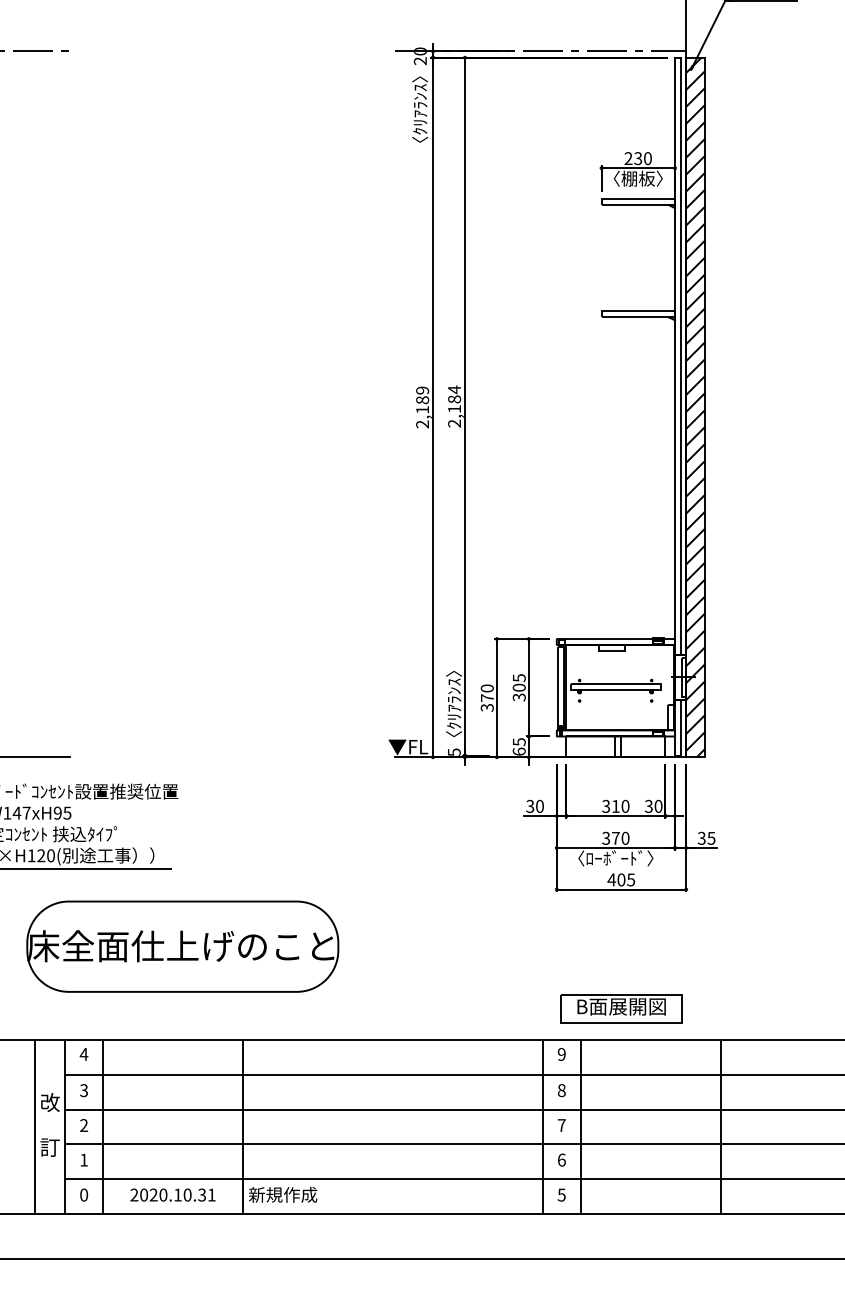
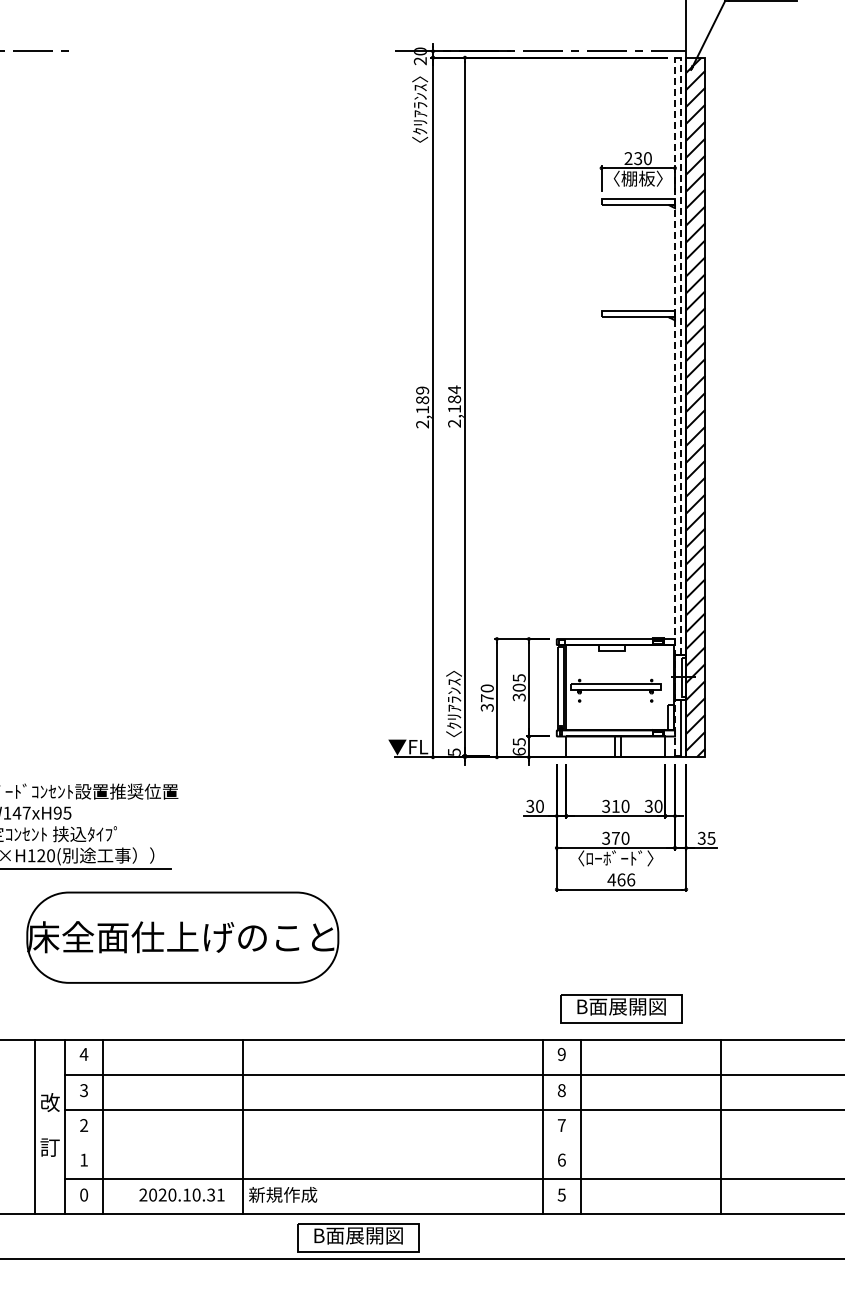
line at (681, 356): solid -> dashed
line at (675, 406): solid -> dashed
line at (36, 757): present -> none
text at (626, 879): 405 -> 466
part at (182, 946) position: (182, 946) -> (182, 937)
line at (452, 1144): present -> none
text at (172, 1194) position: (172, 1194) -> (181, 1194)
part at (358, 1237): none -> present
